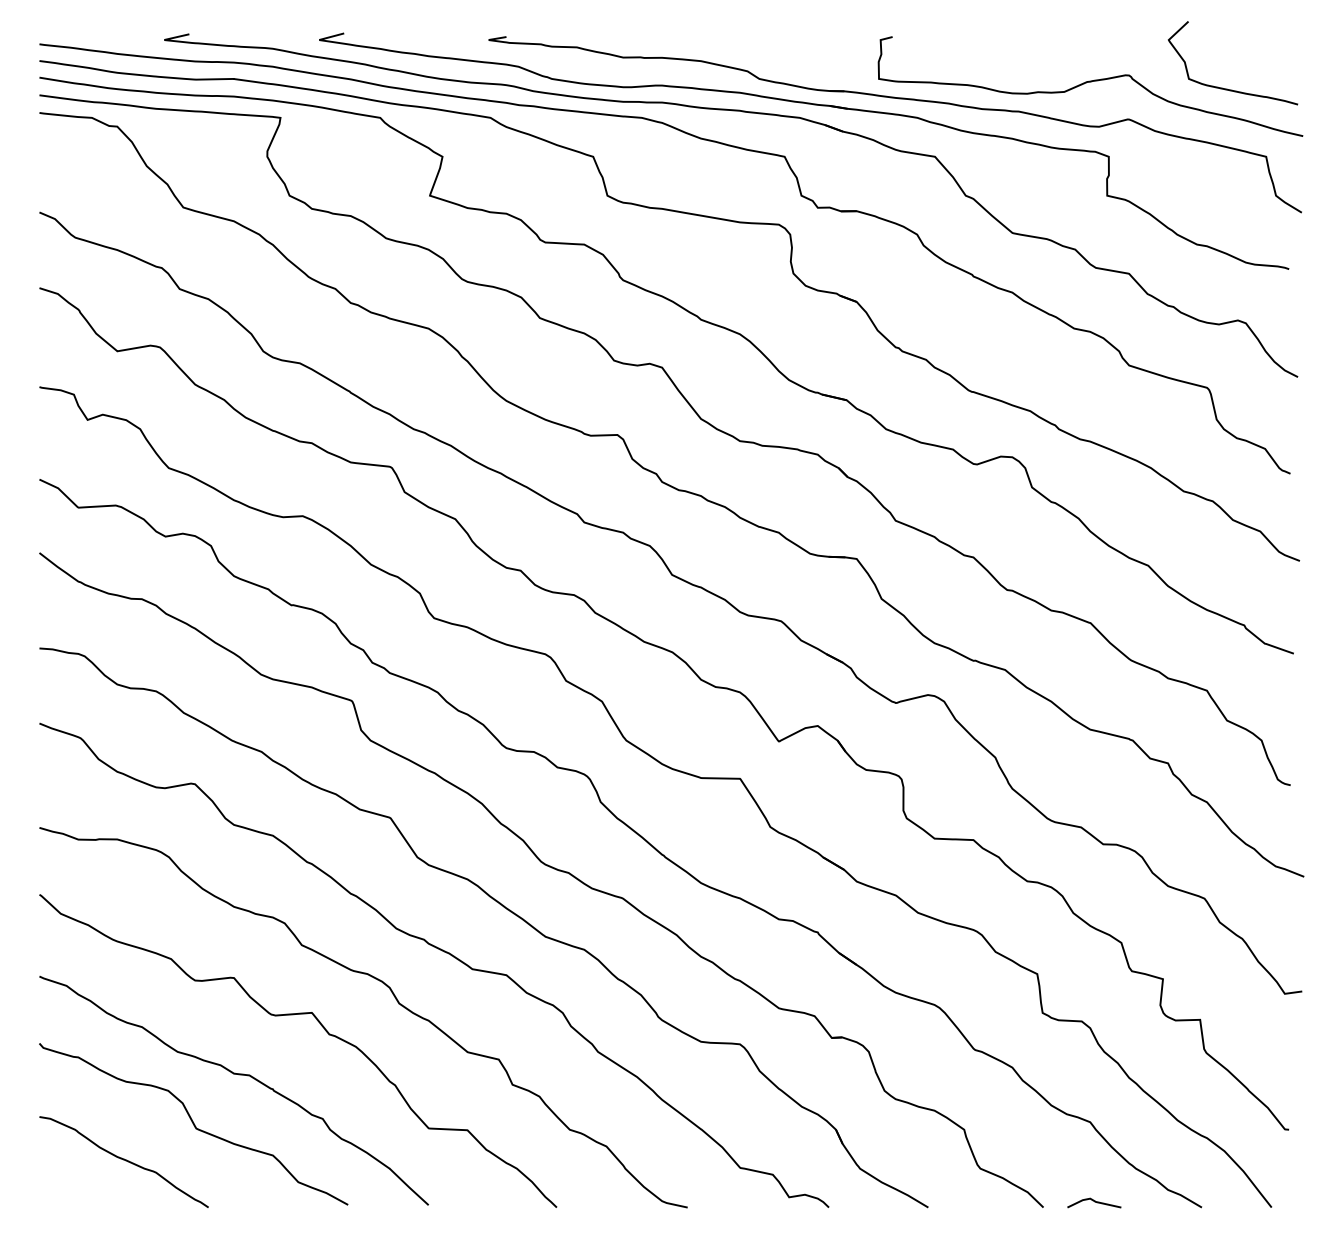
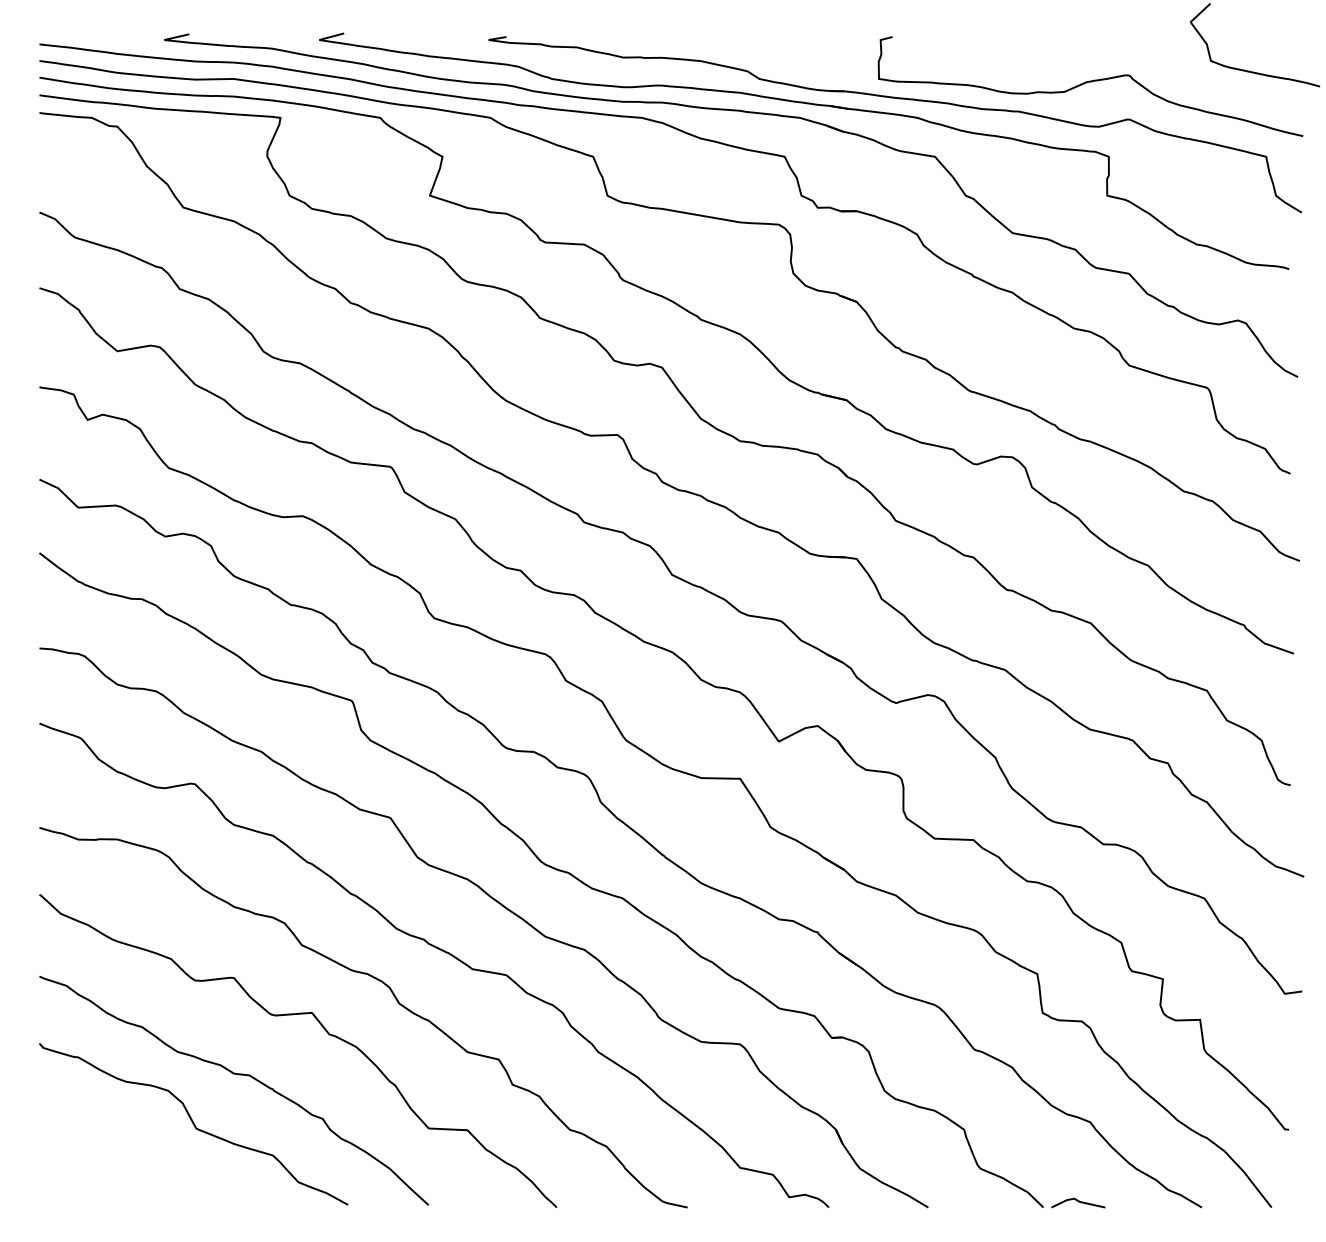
curve at (1227, 88) position: (1227, 88) -> (1249, 70)
curve at (123, 1160): present -> none
line at (1094, 1202) position: (1094, 1202) -> (1078, 1202)
